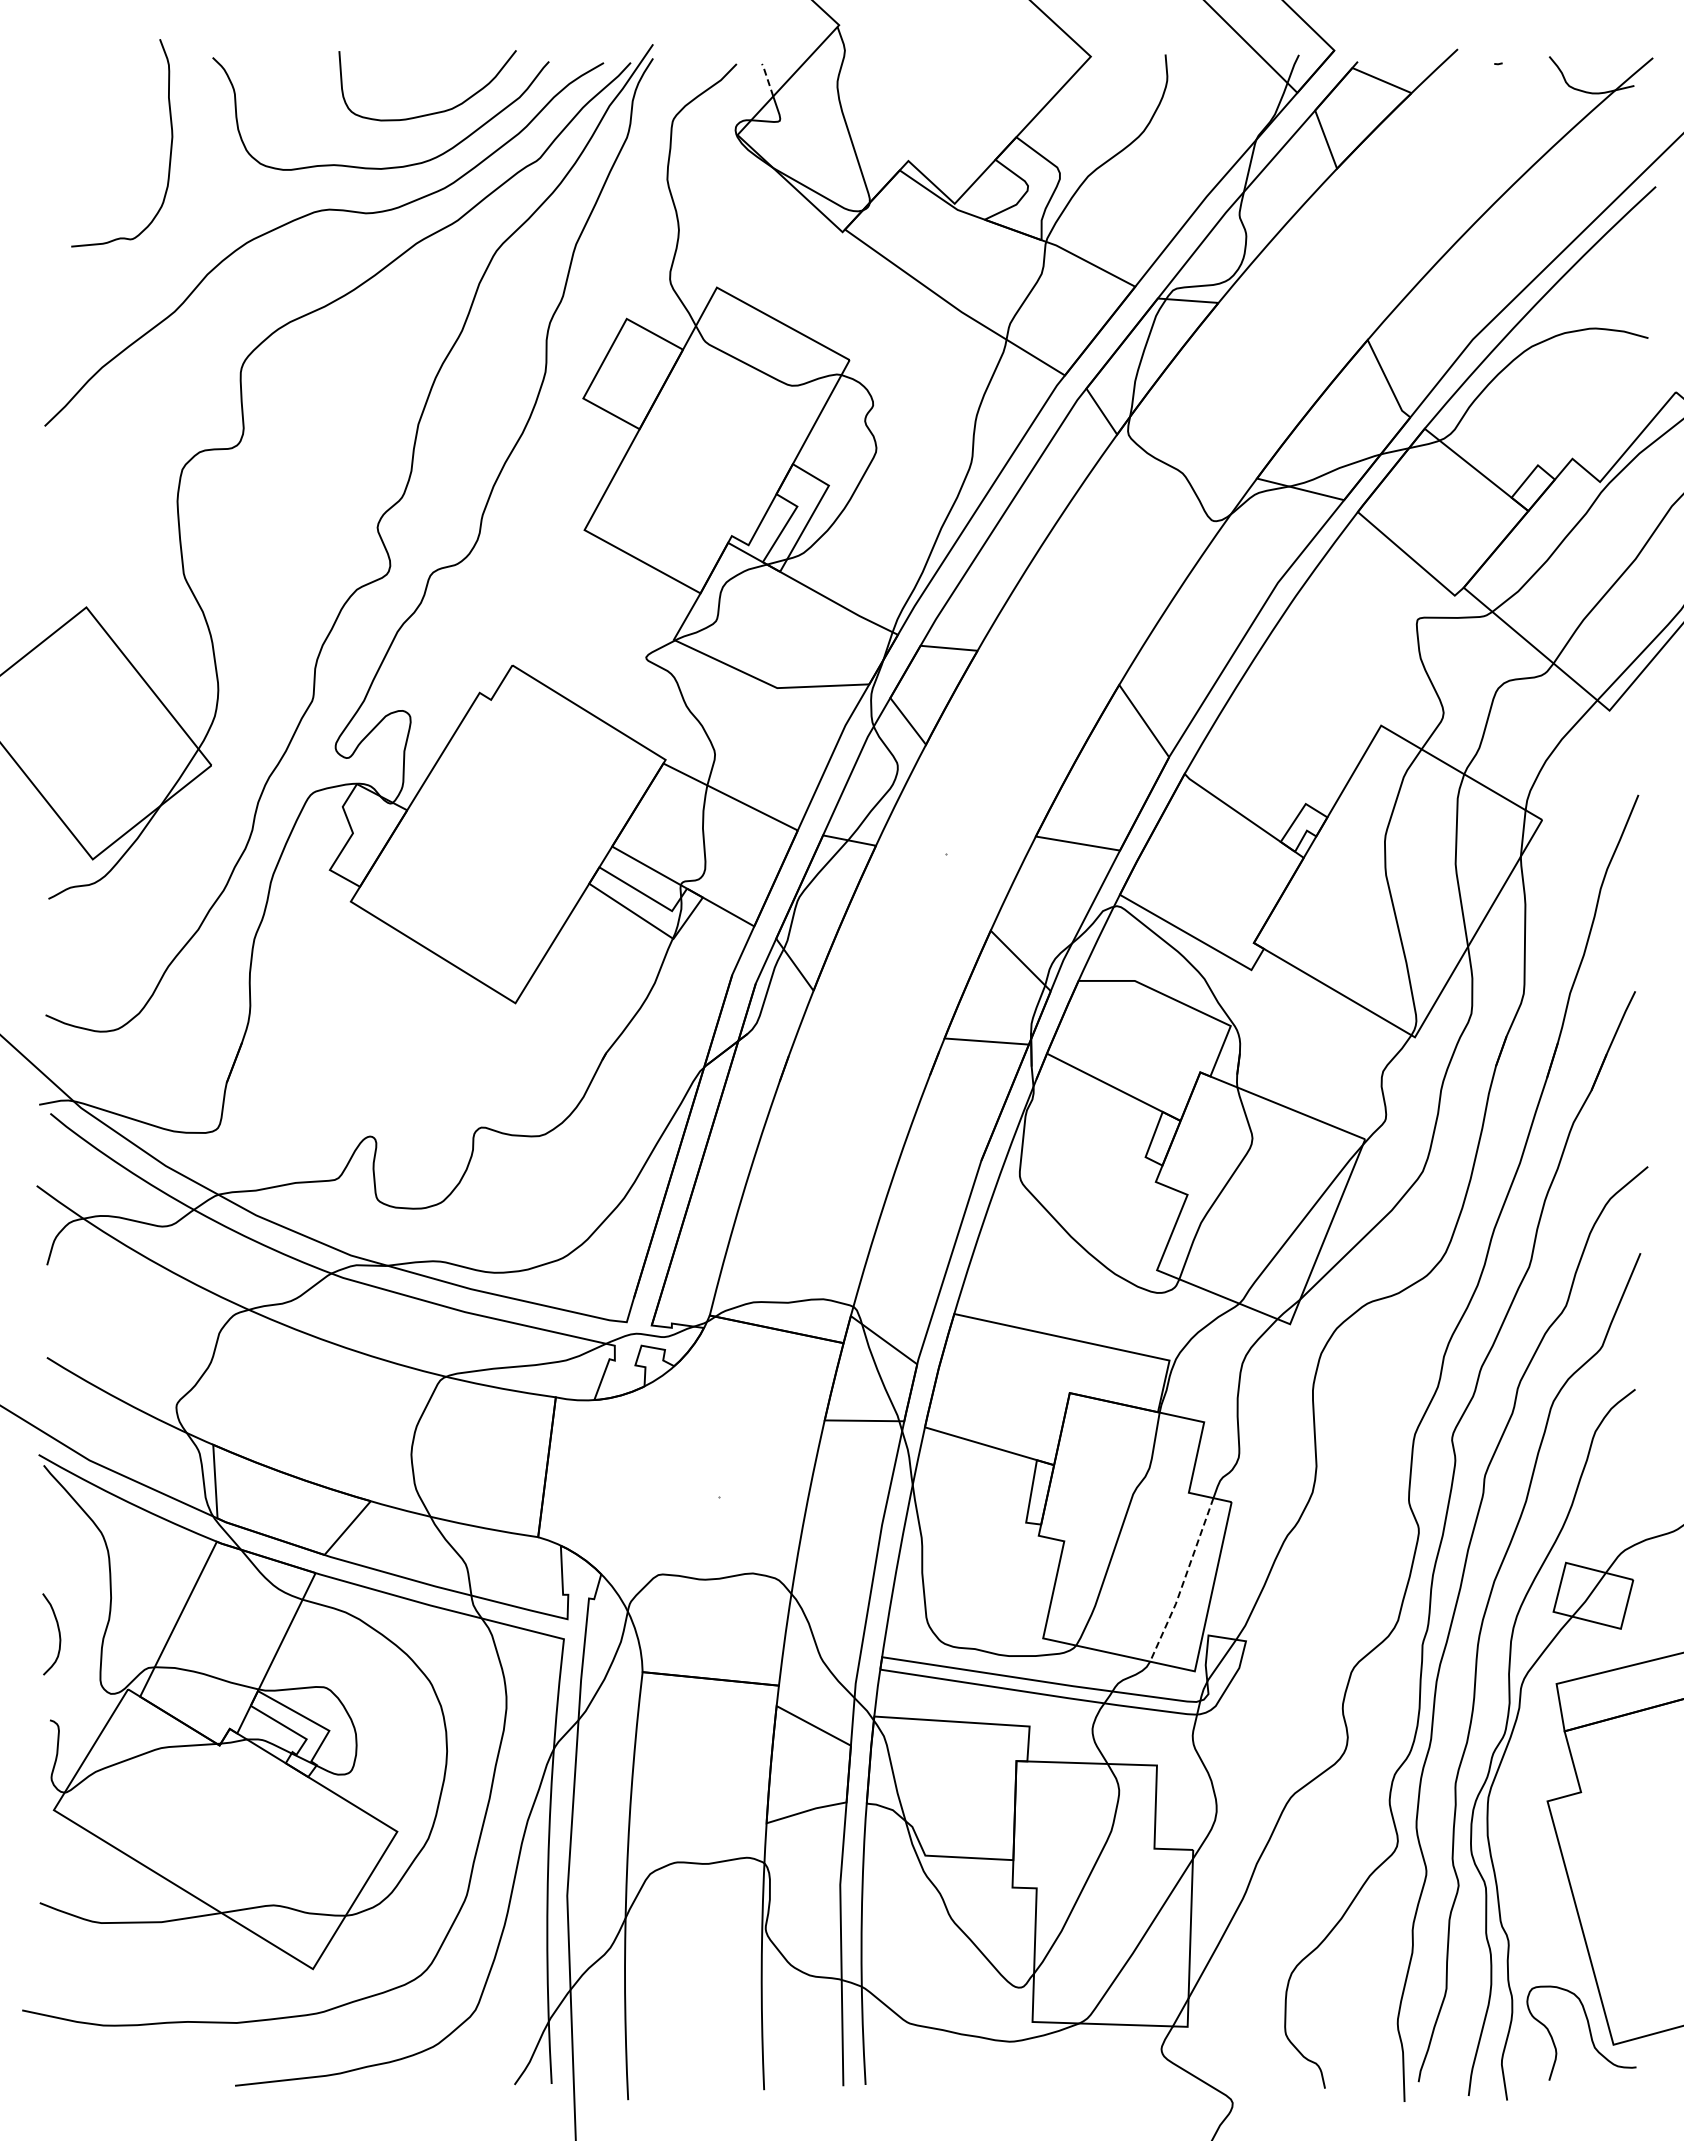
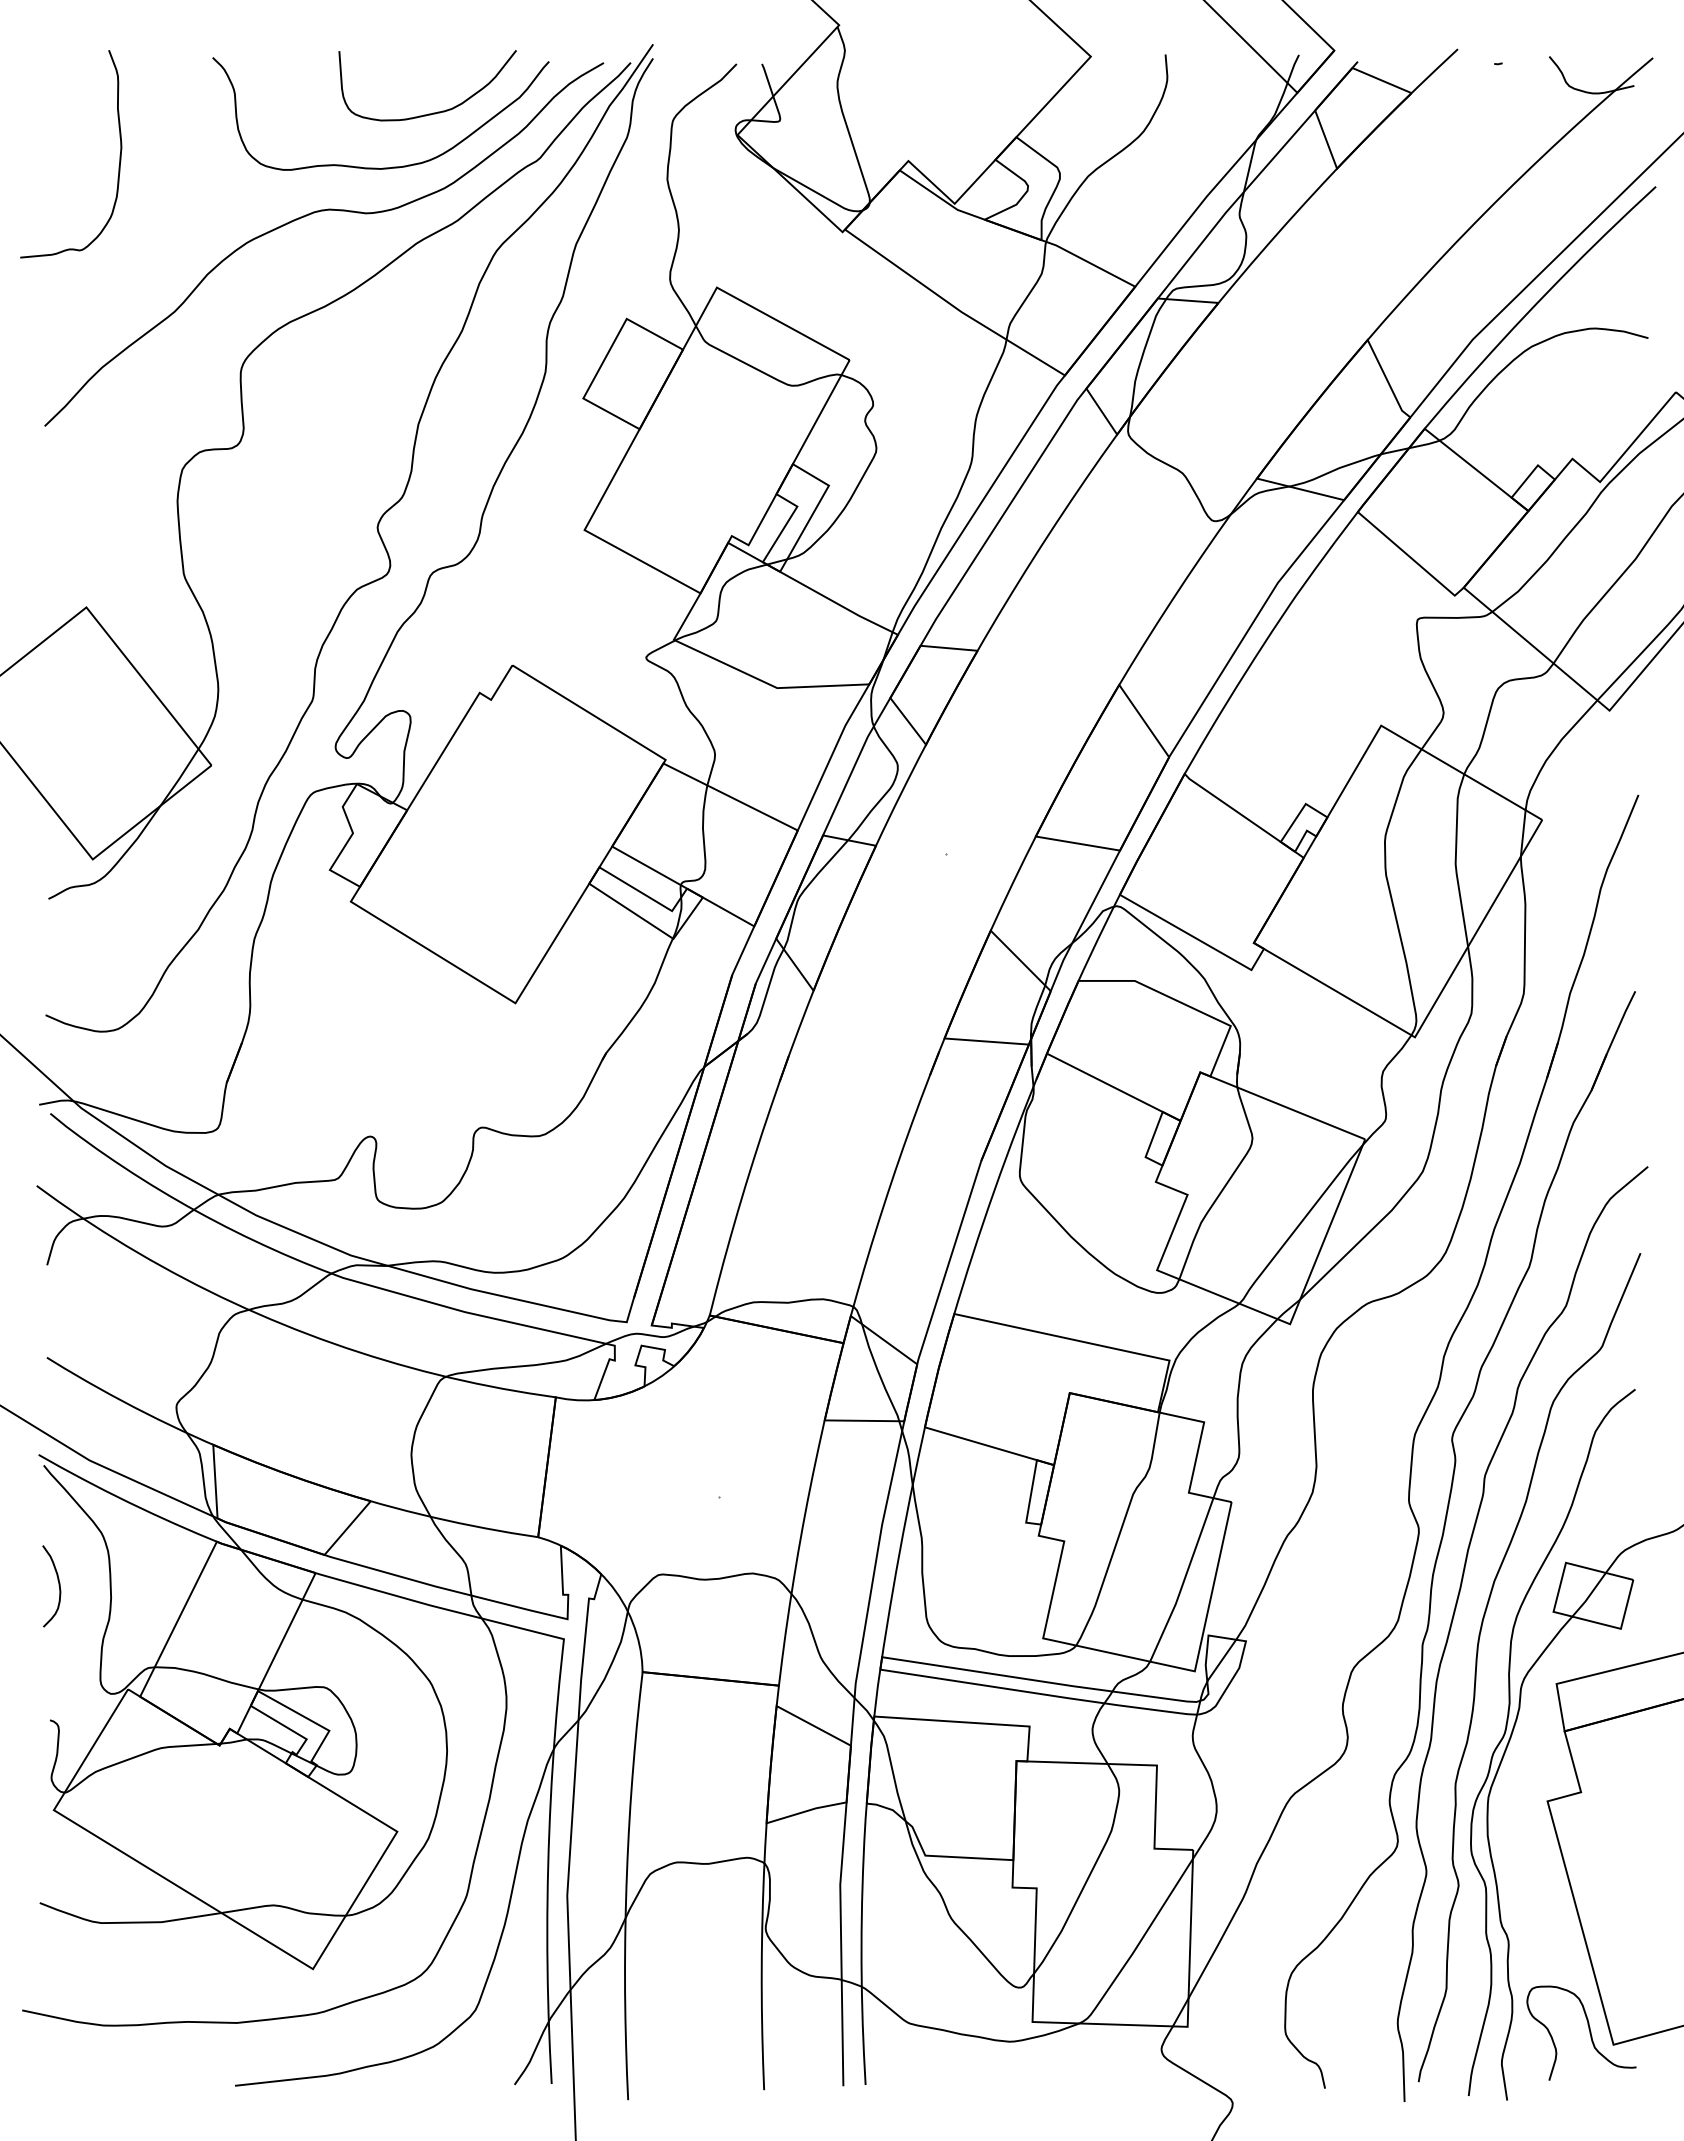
line at (767, 79): dashed -> solid
curve at (170, 143) position: (170, 143) -> (119, 154)
line at (1183, 1581): dashed -> solid
curve at (58, 1633) position: (58, 1633) -> (58, 1585)
